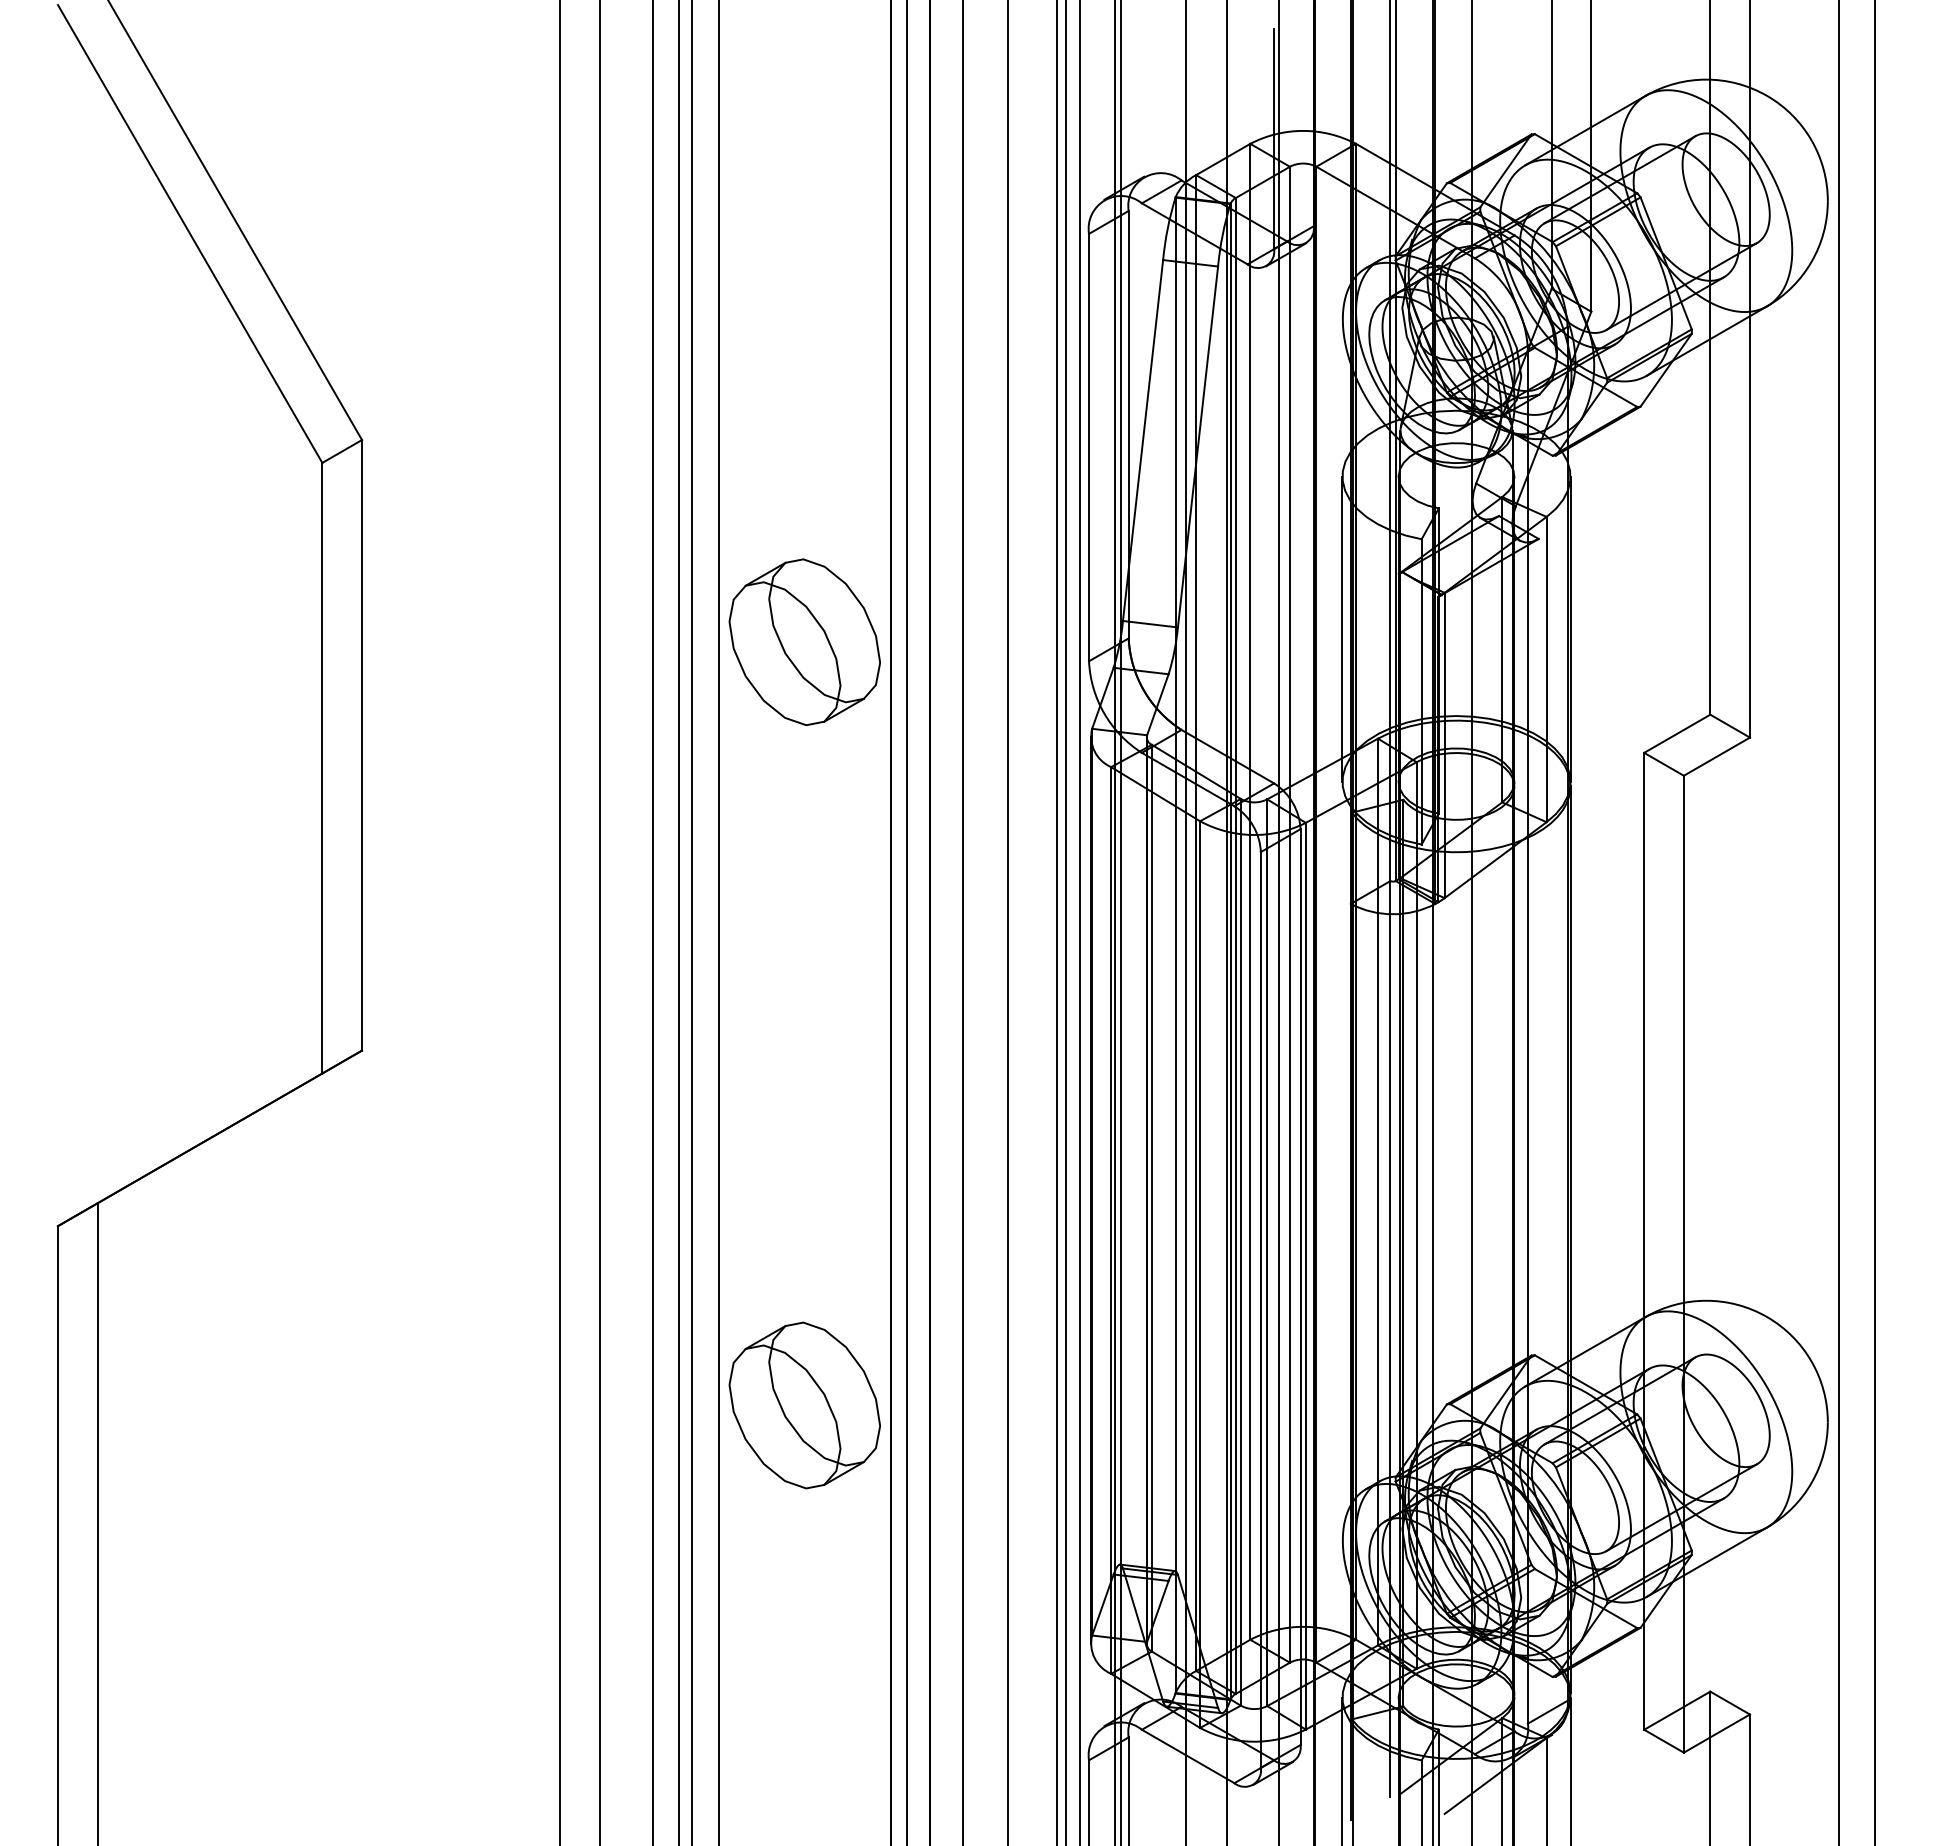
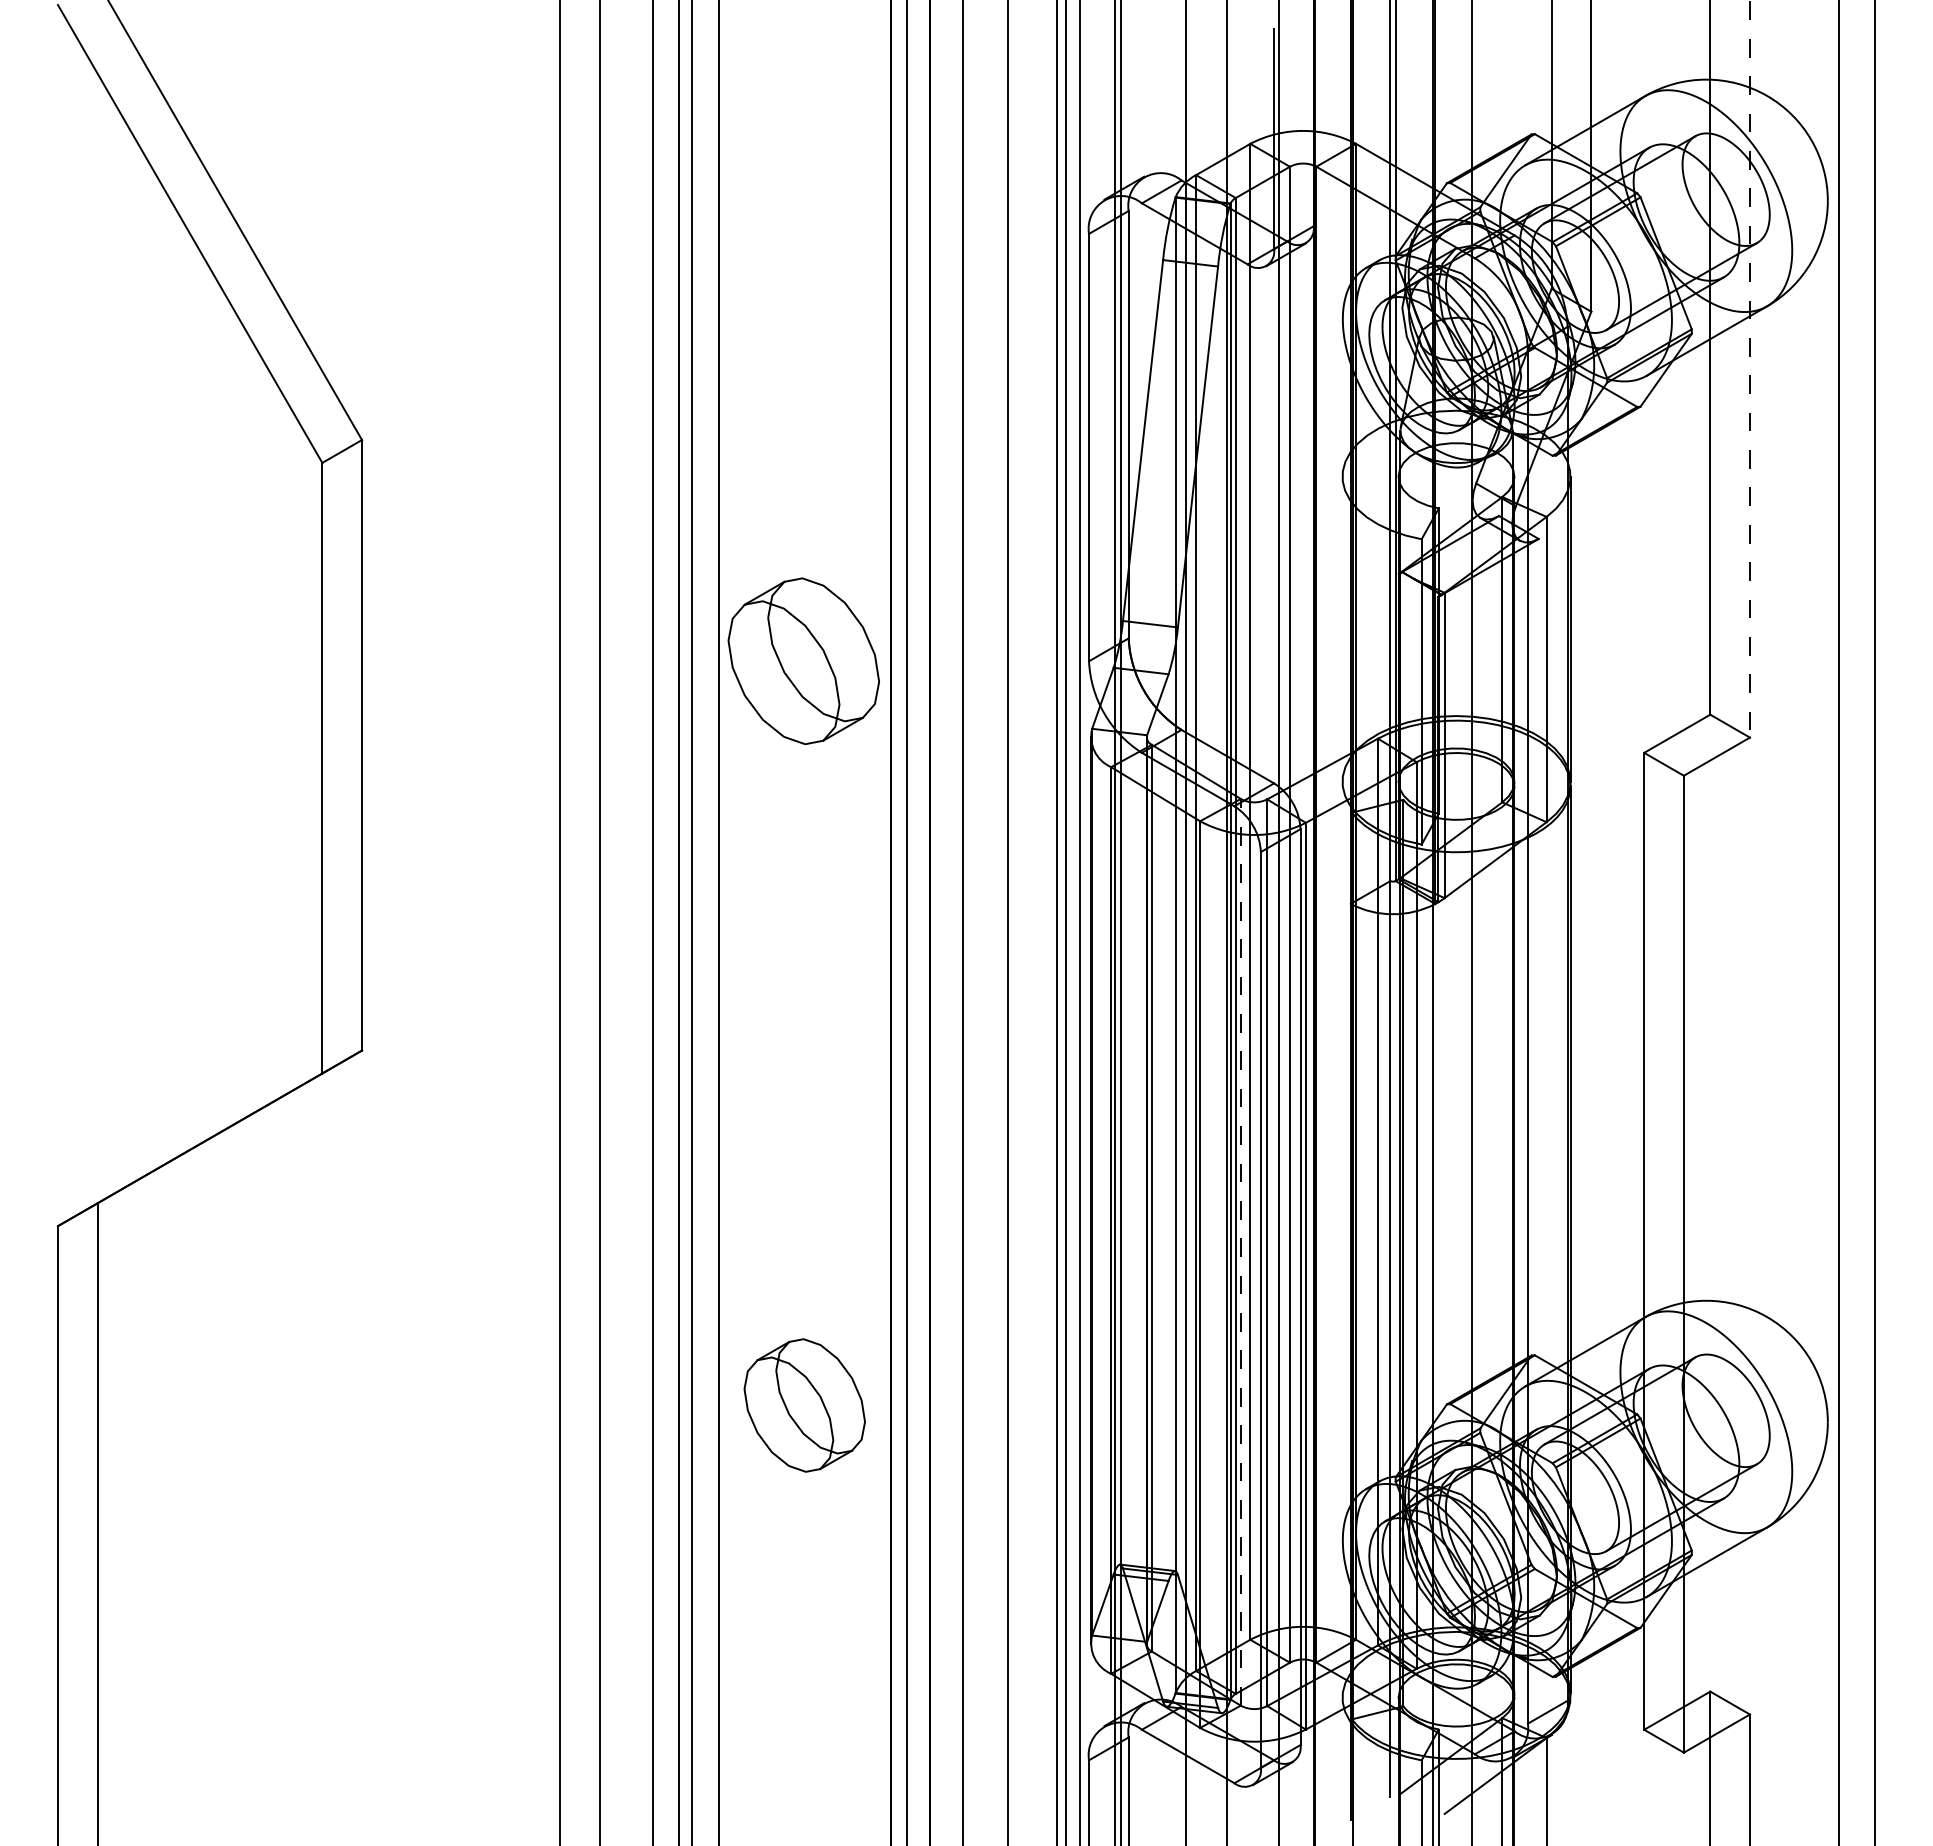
line at (1749, 369): solid -> dashed
line at (1342, 628): present -> none
part at (804, 642) position: (804, 642) -> (803, 661)
line at (1240, 1251): solid -> dashed
part at (804, 1405) size: 153x169 px -> 123x135 px
line at (1342, 1769): present -> none
line at (1570, 1769): present -> none
